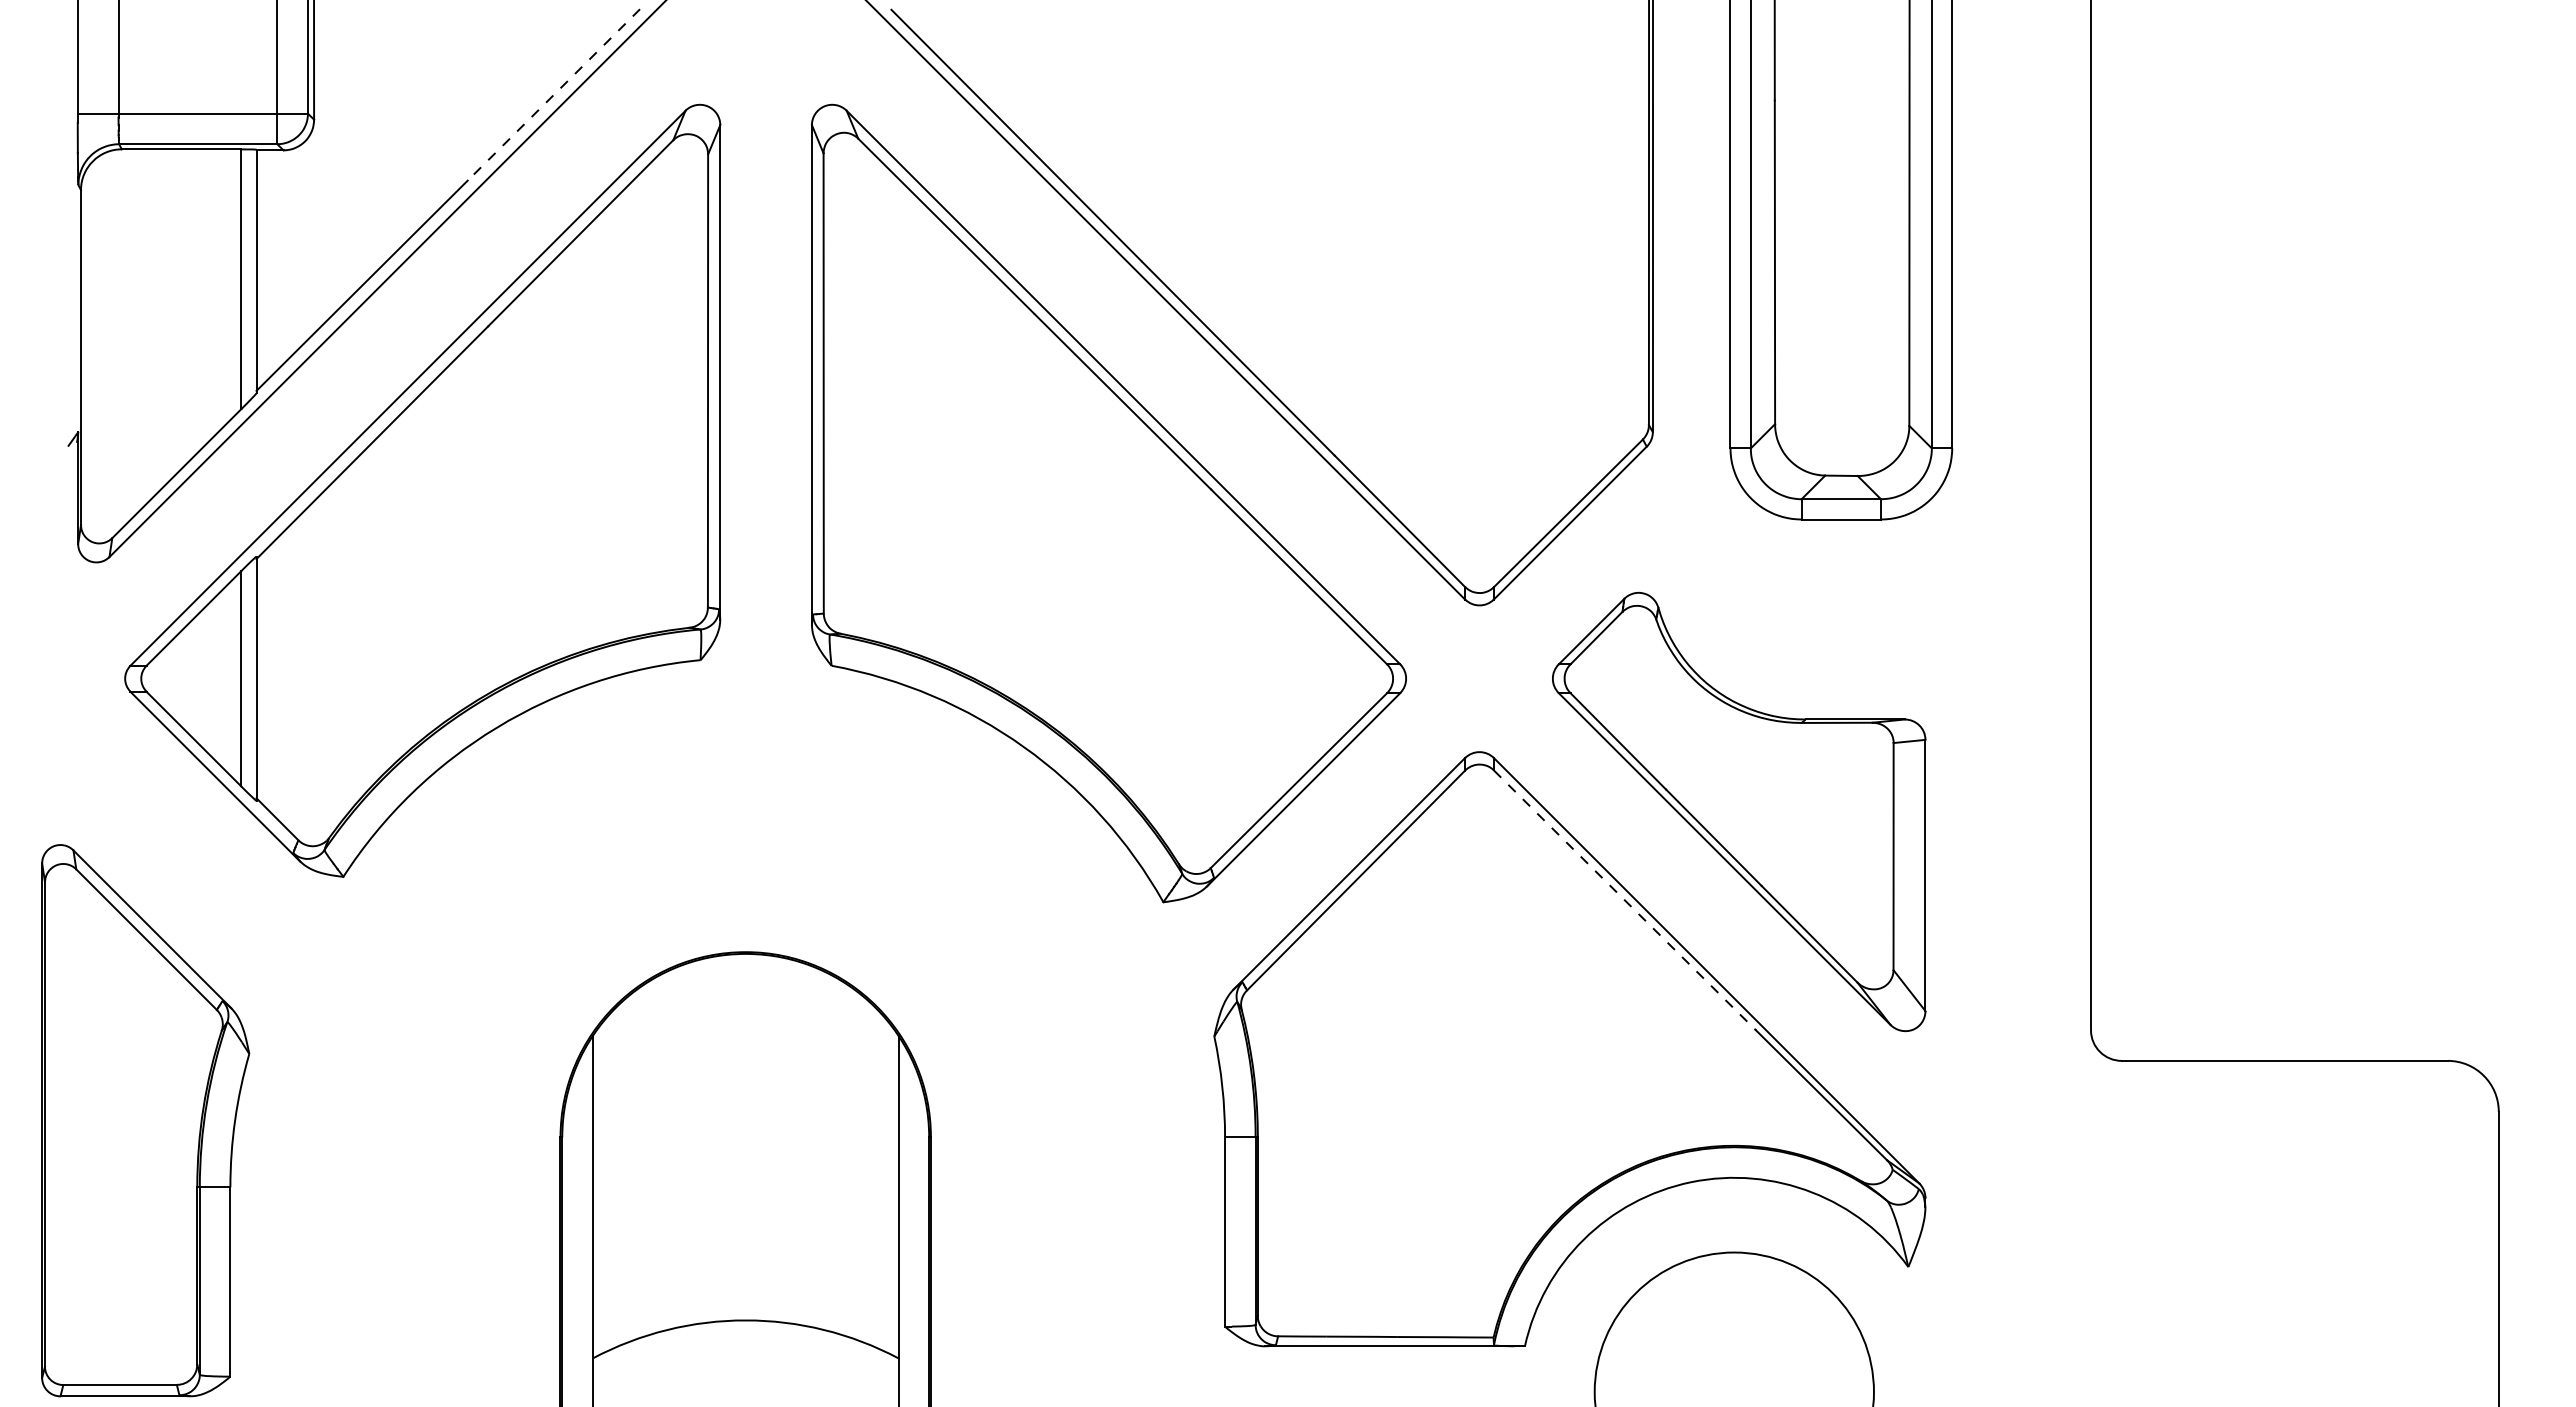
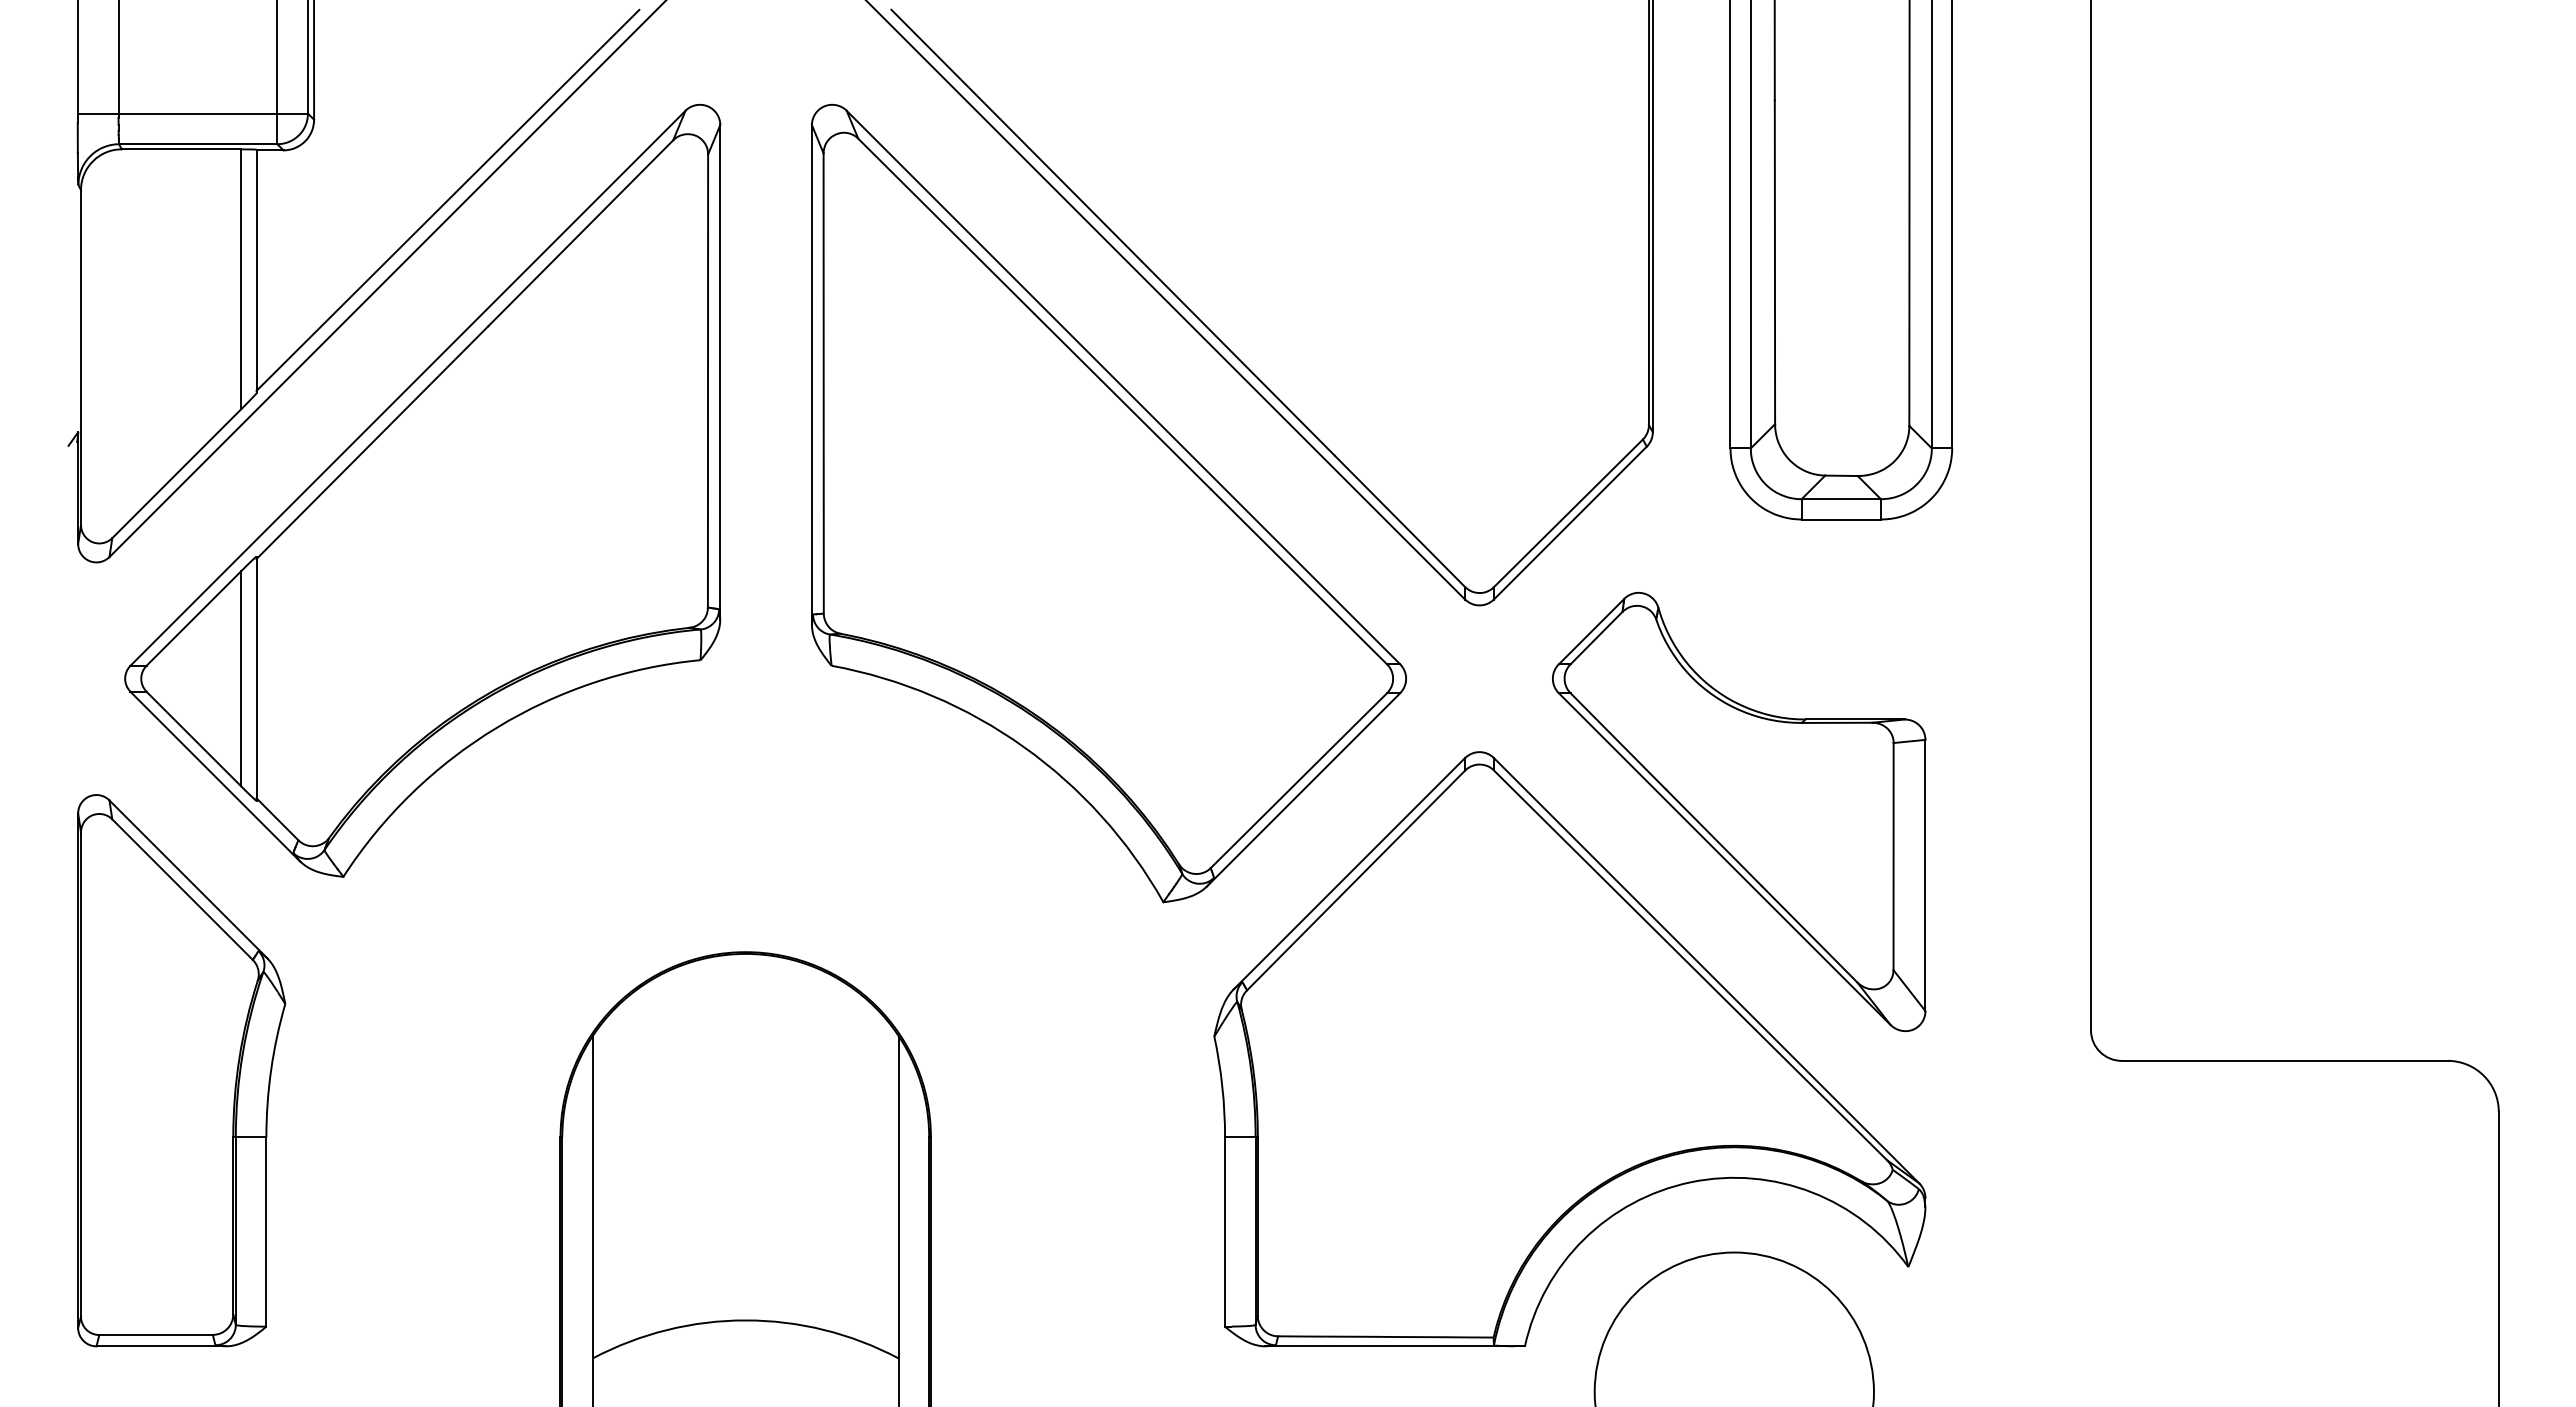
line at (554, 94): dashed -> solid
line at (1624, 900): dashed -> solid
part at (145, 1120) position: (145, 1120) -> (181, 1070)
